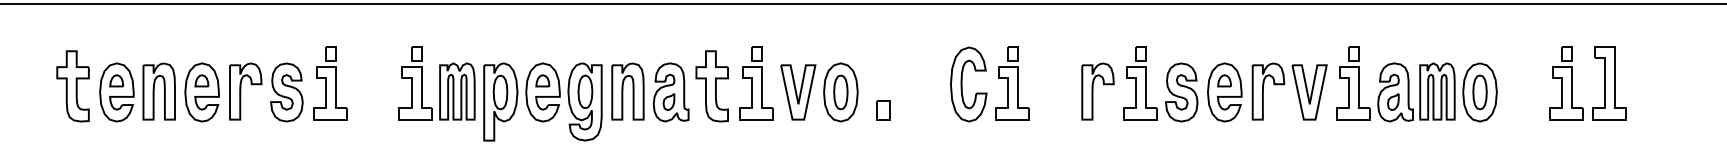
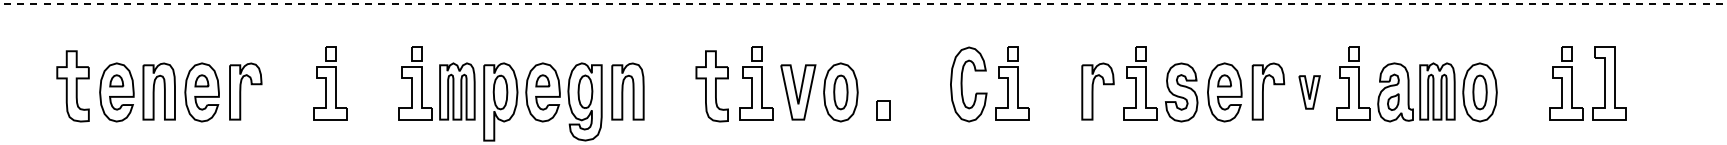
line at (863, 4): solid -> dashed
part at (286, 92): present -> none
part at (670, 92): present -> none
part at (1309, 92) size: 37x57 px -> 23x35 px
